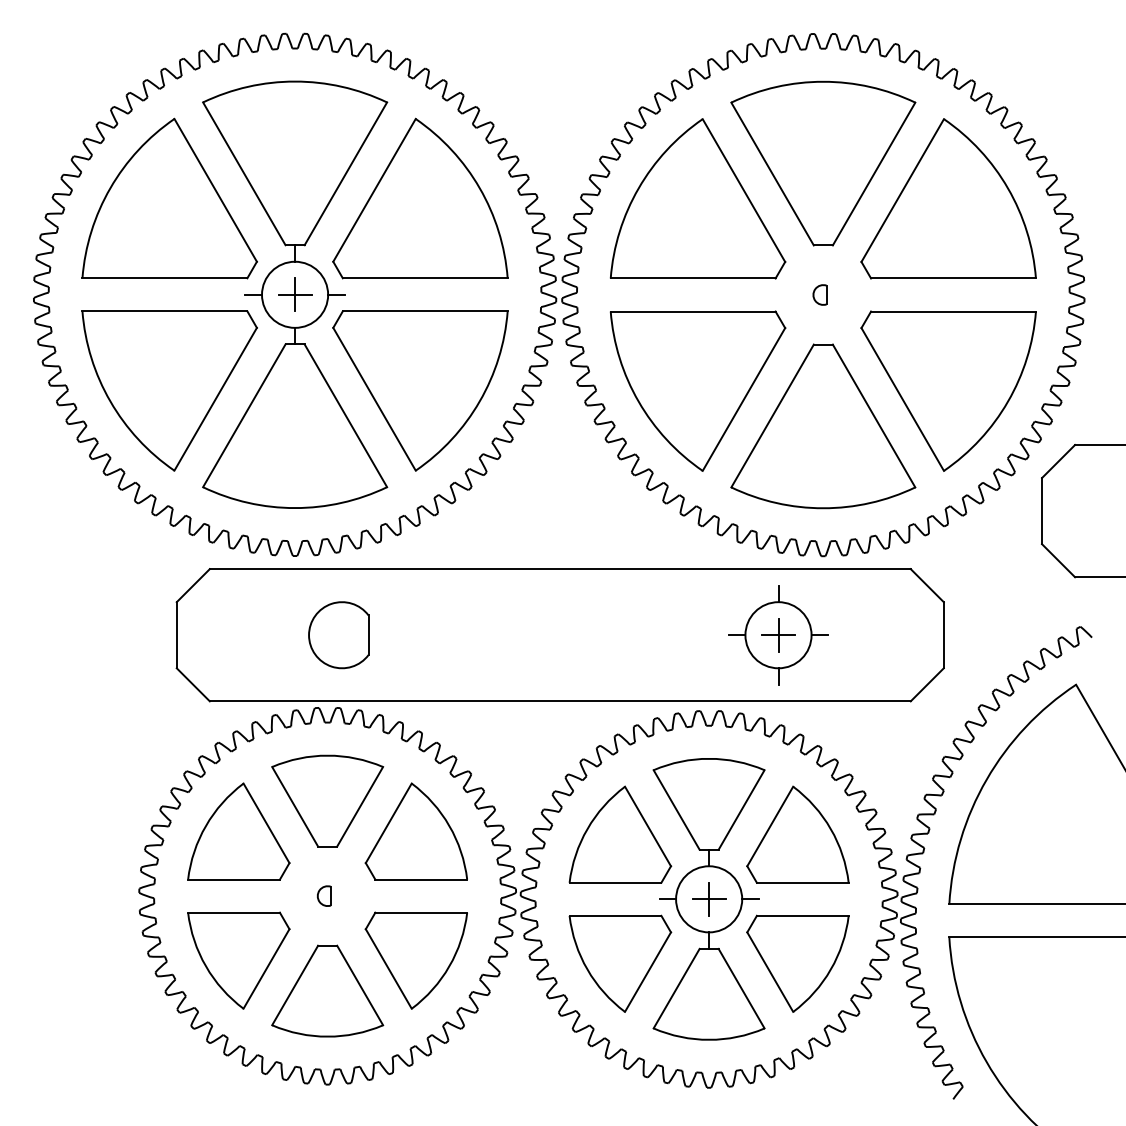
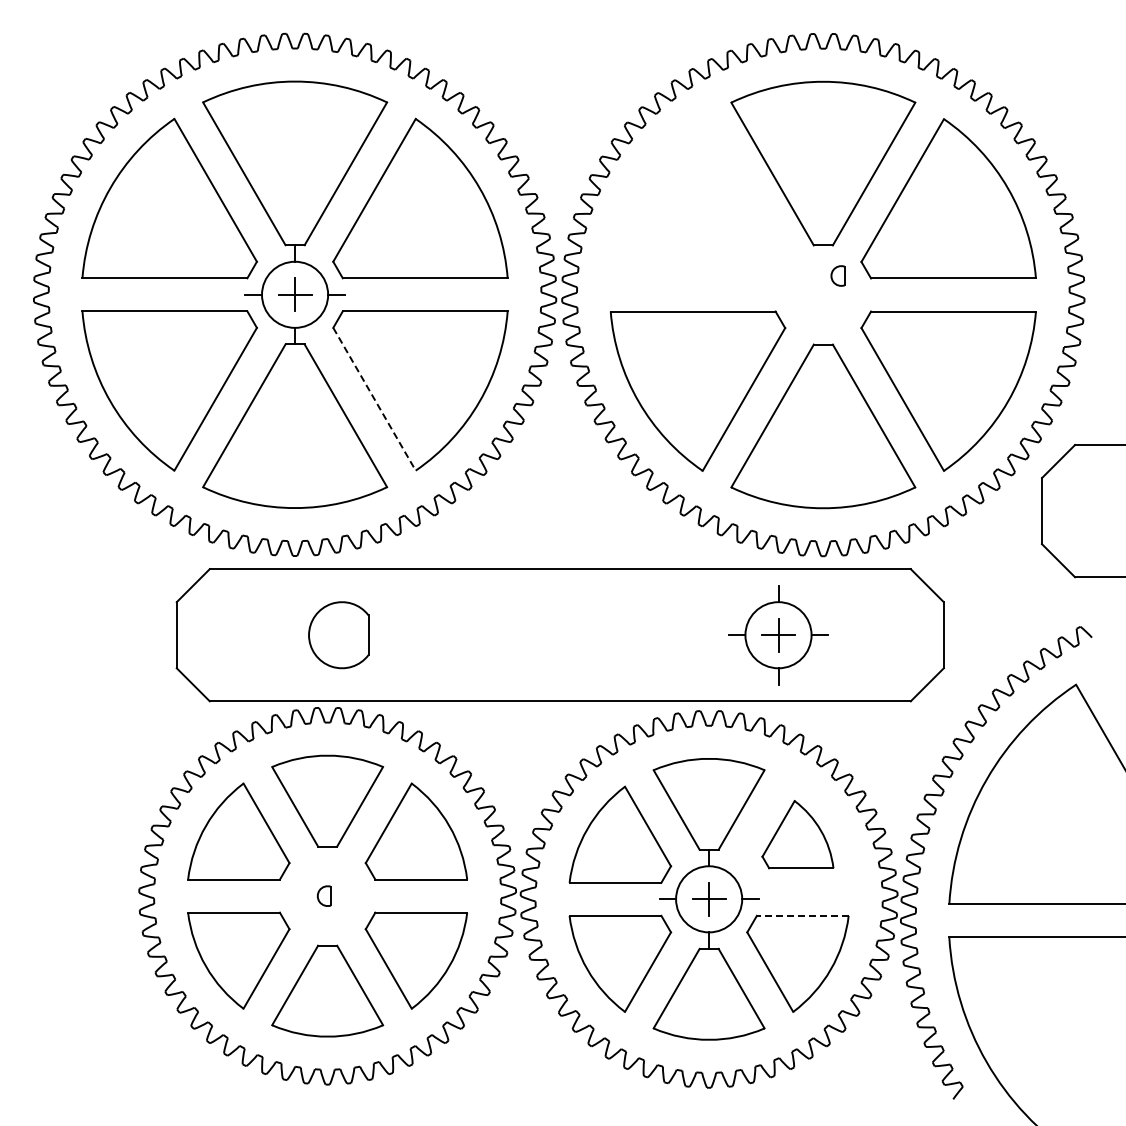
part at (697, 198): present -> none
part at (819, 294) position: (819, 294) -> (837, 275)
line at (374, 399): solid -> dashed
part at (797, 834) size: 104x99 px -> 74x70 px
line at (802, 915): solid -> dashed
